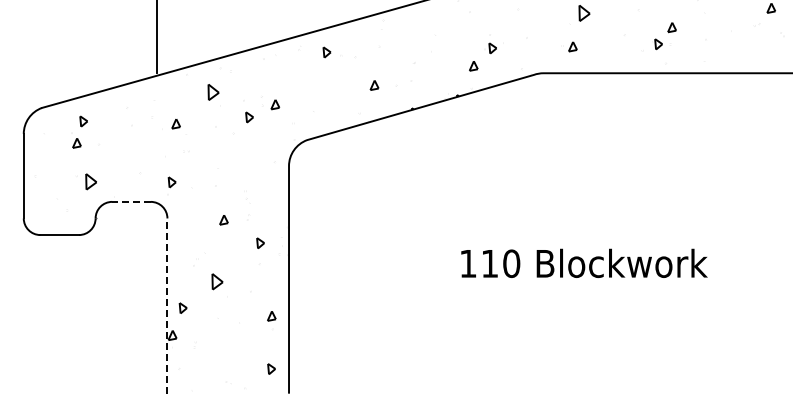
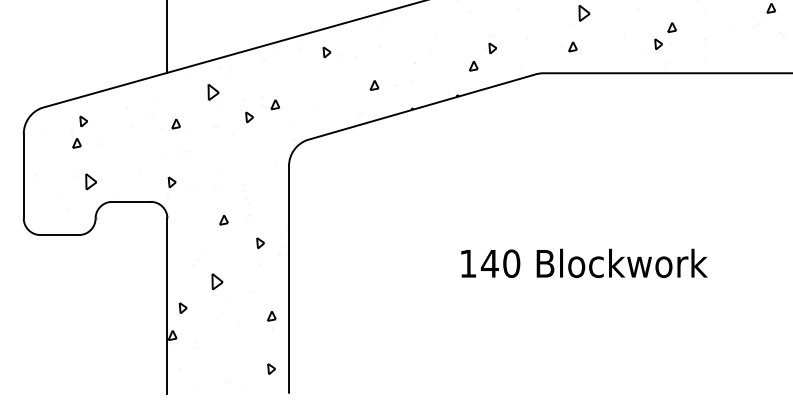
line at (157, 37) position: (157, 37) -> (167, 37)
line at (131, 201): dashed -> solid
text at (489, 263): 110 -> 140
line at (167, 306): dashed -> solid
